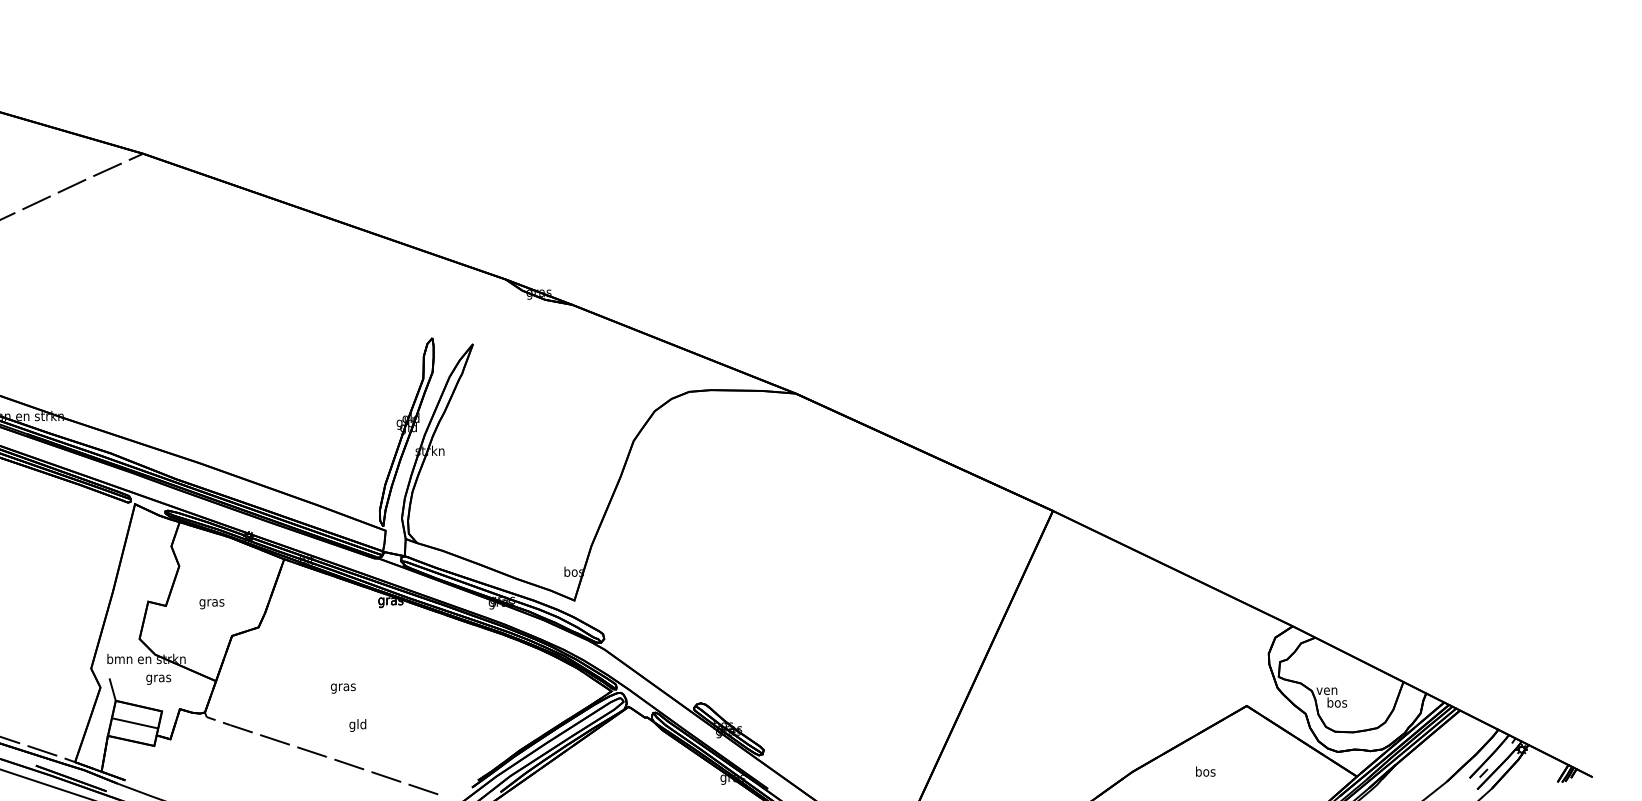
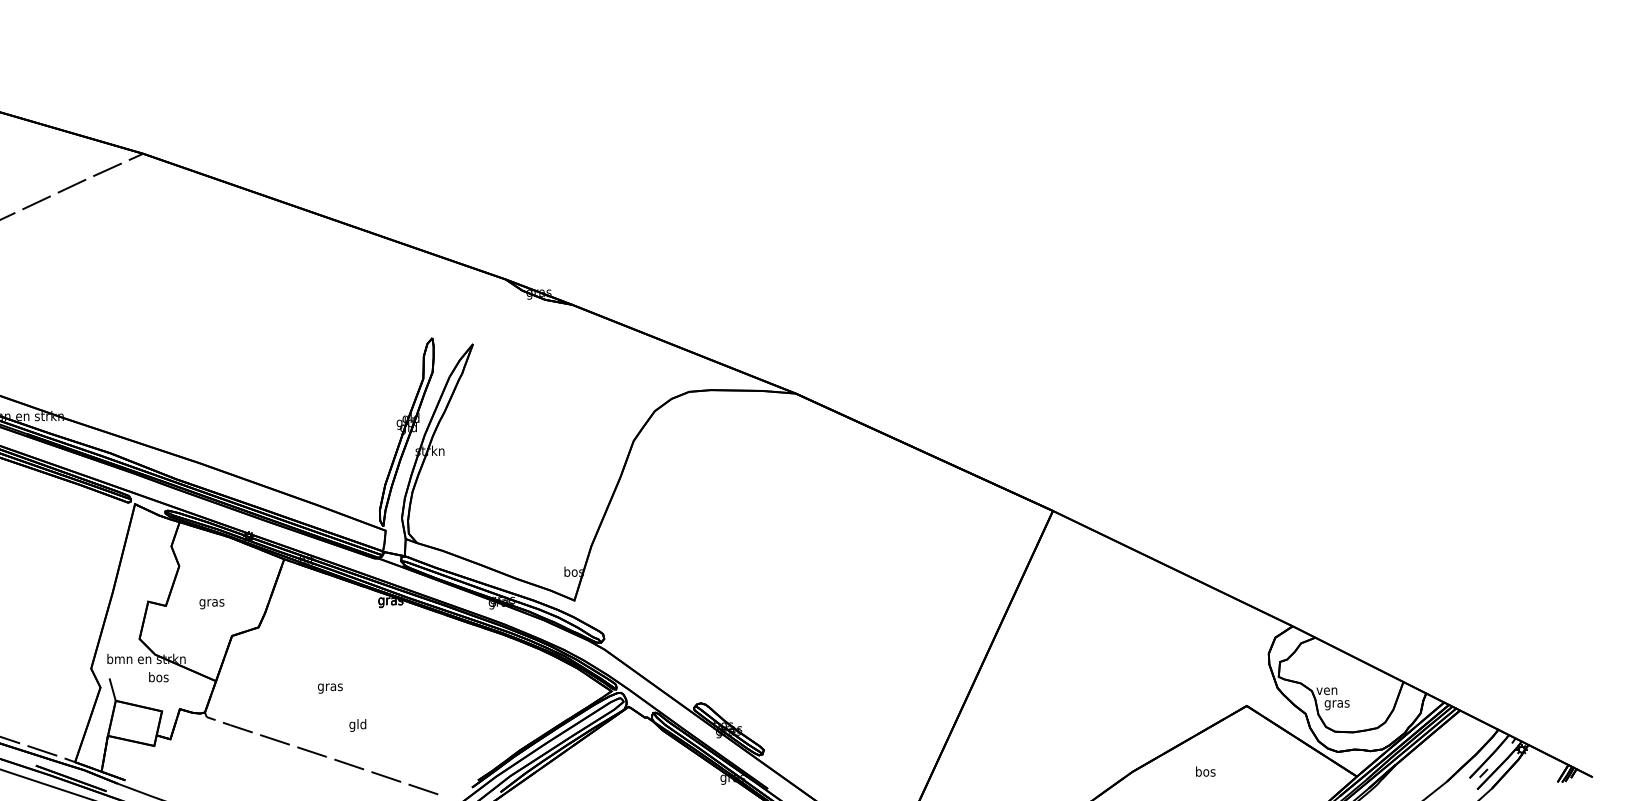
text at (158, 678): gras -> bos
text at (343, 688) position: (343, 688) -> (330, 688)
text at (1336, 703): bos -> gras
line at (134, 723): present -> none
